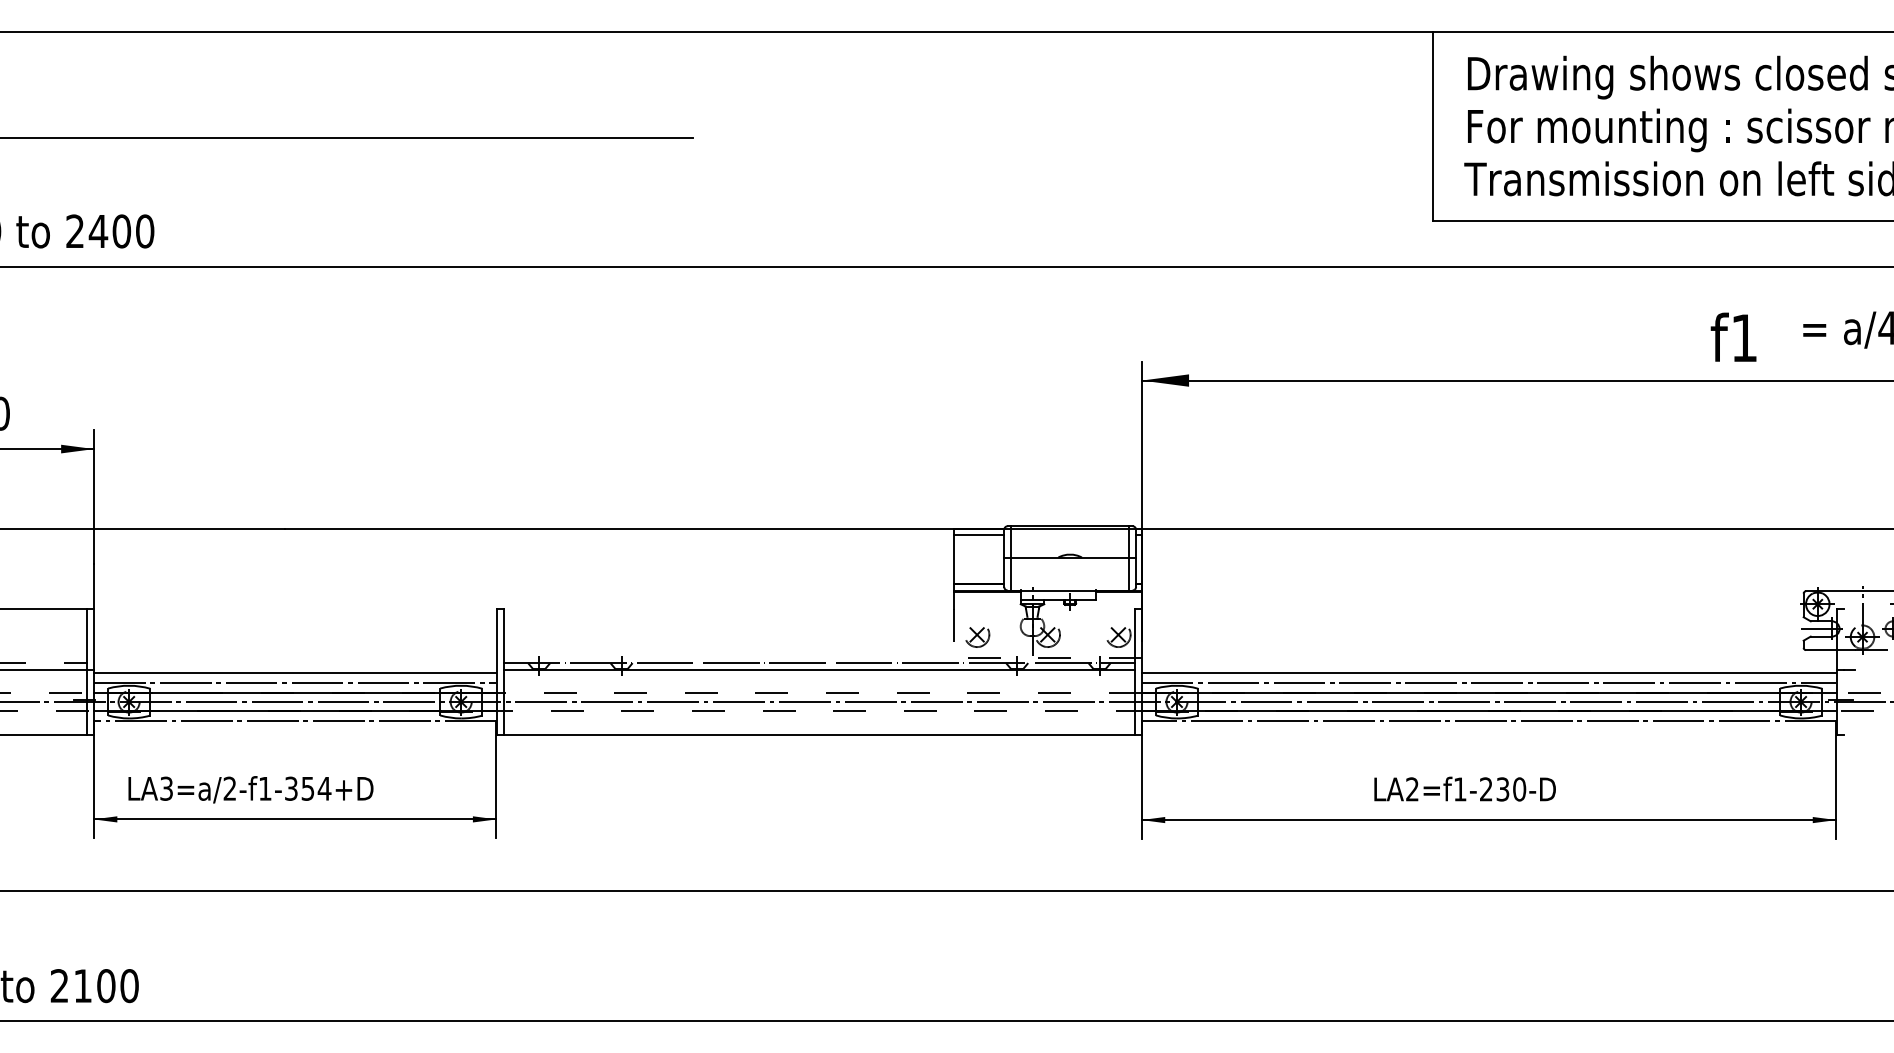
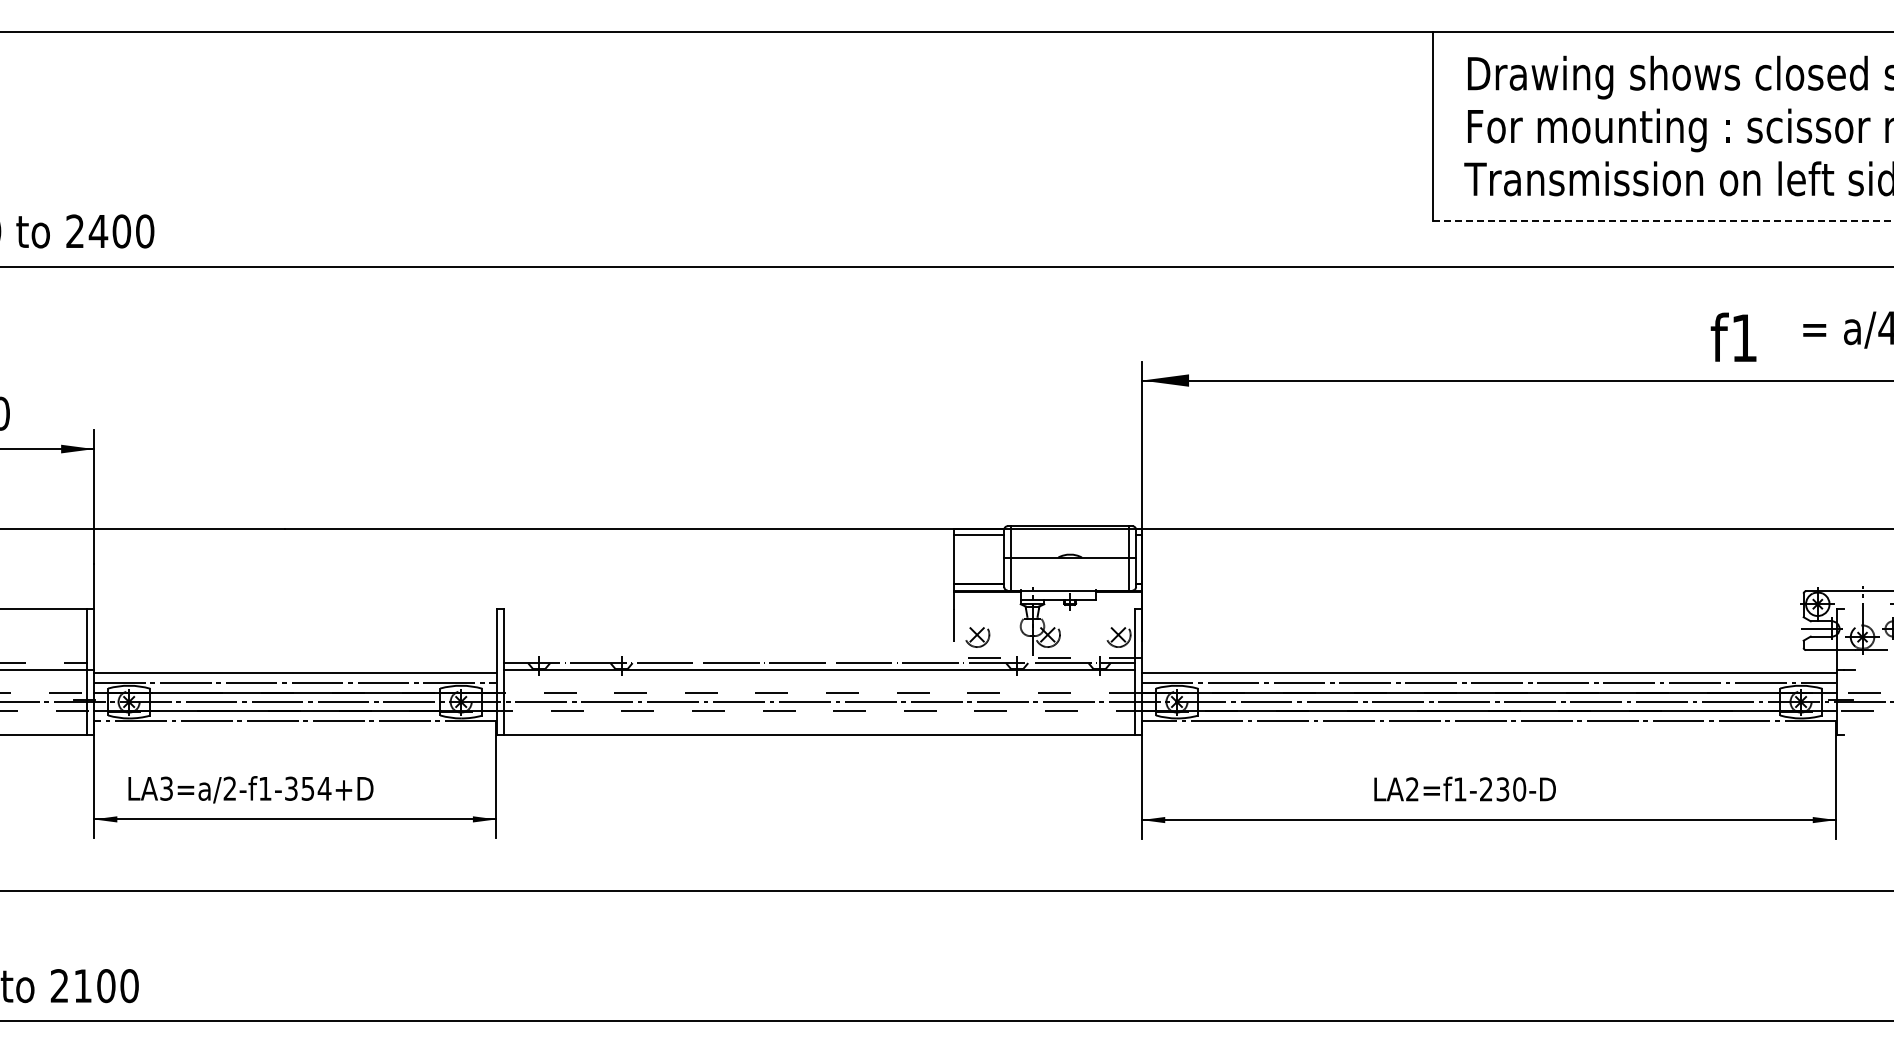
line at (347, 137): present -> none
line at (1663, 220): solid -> dashed
